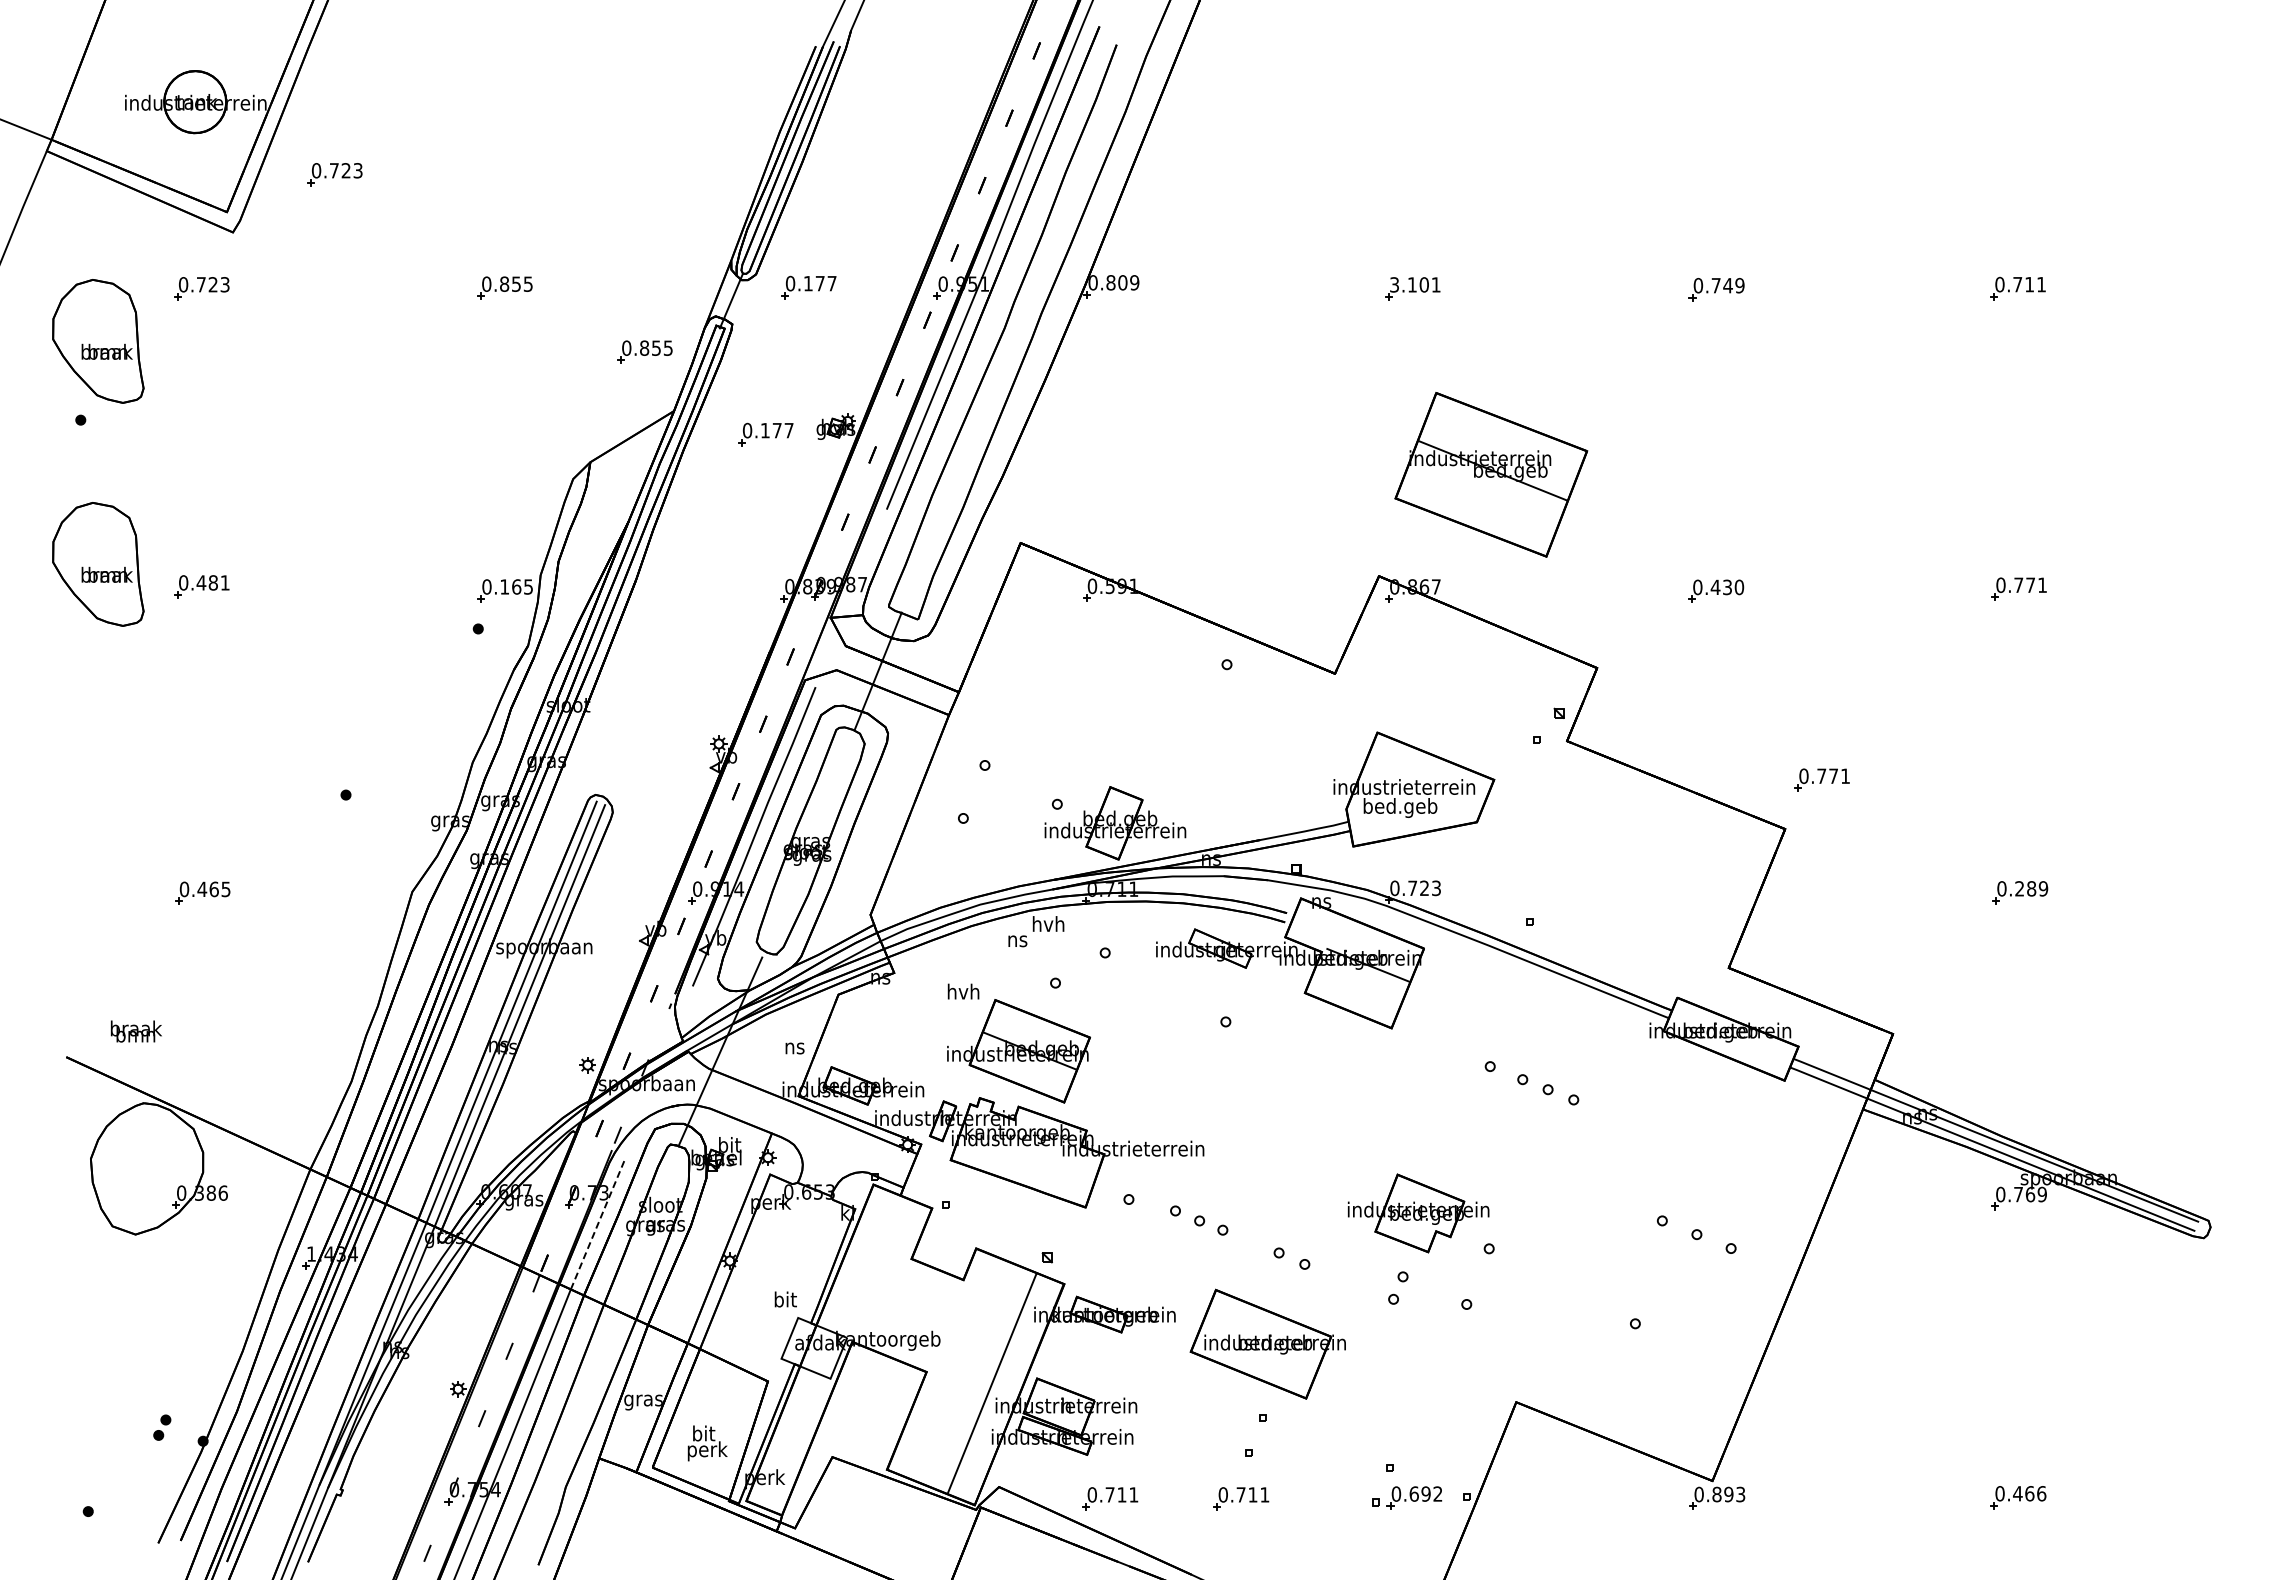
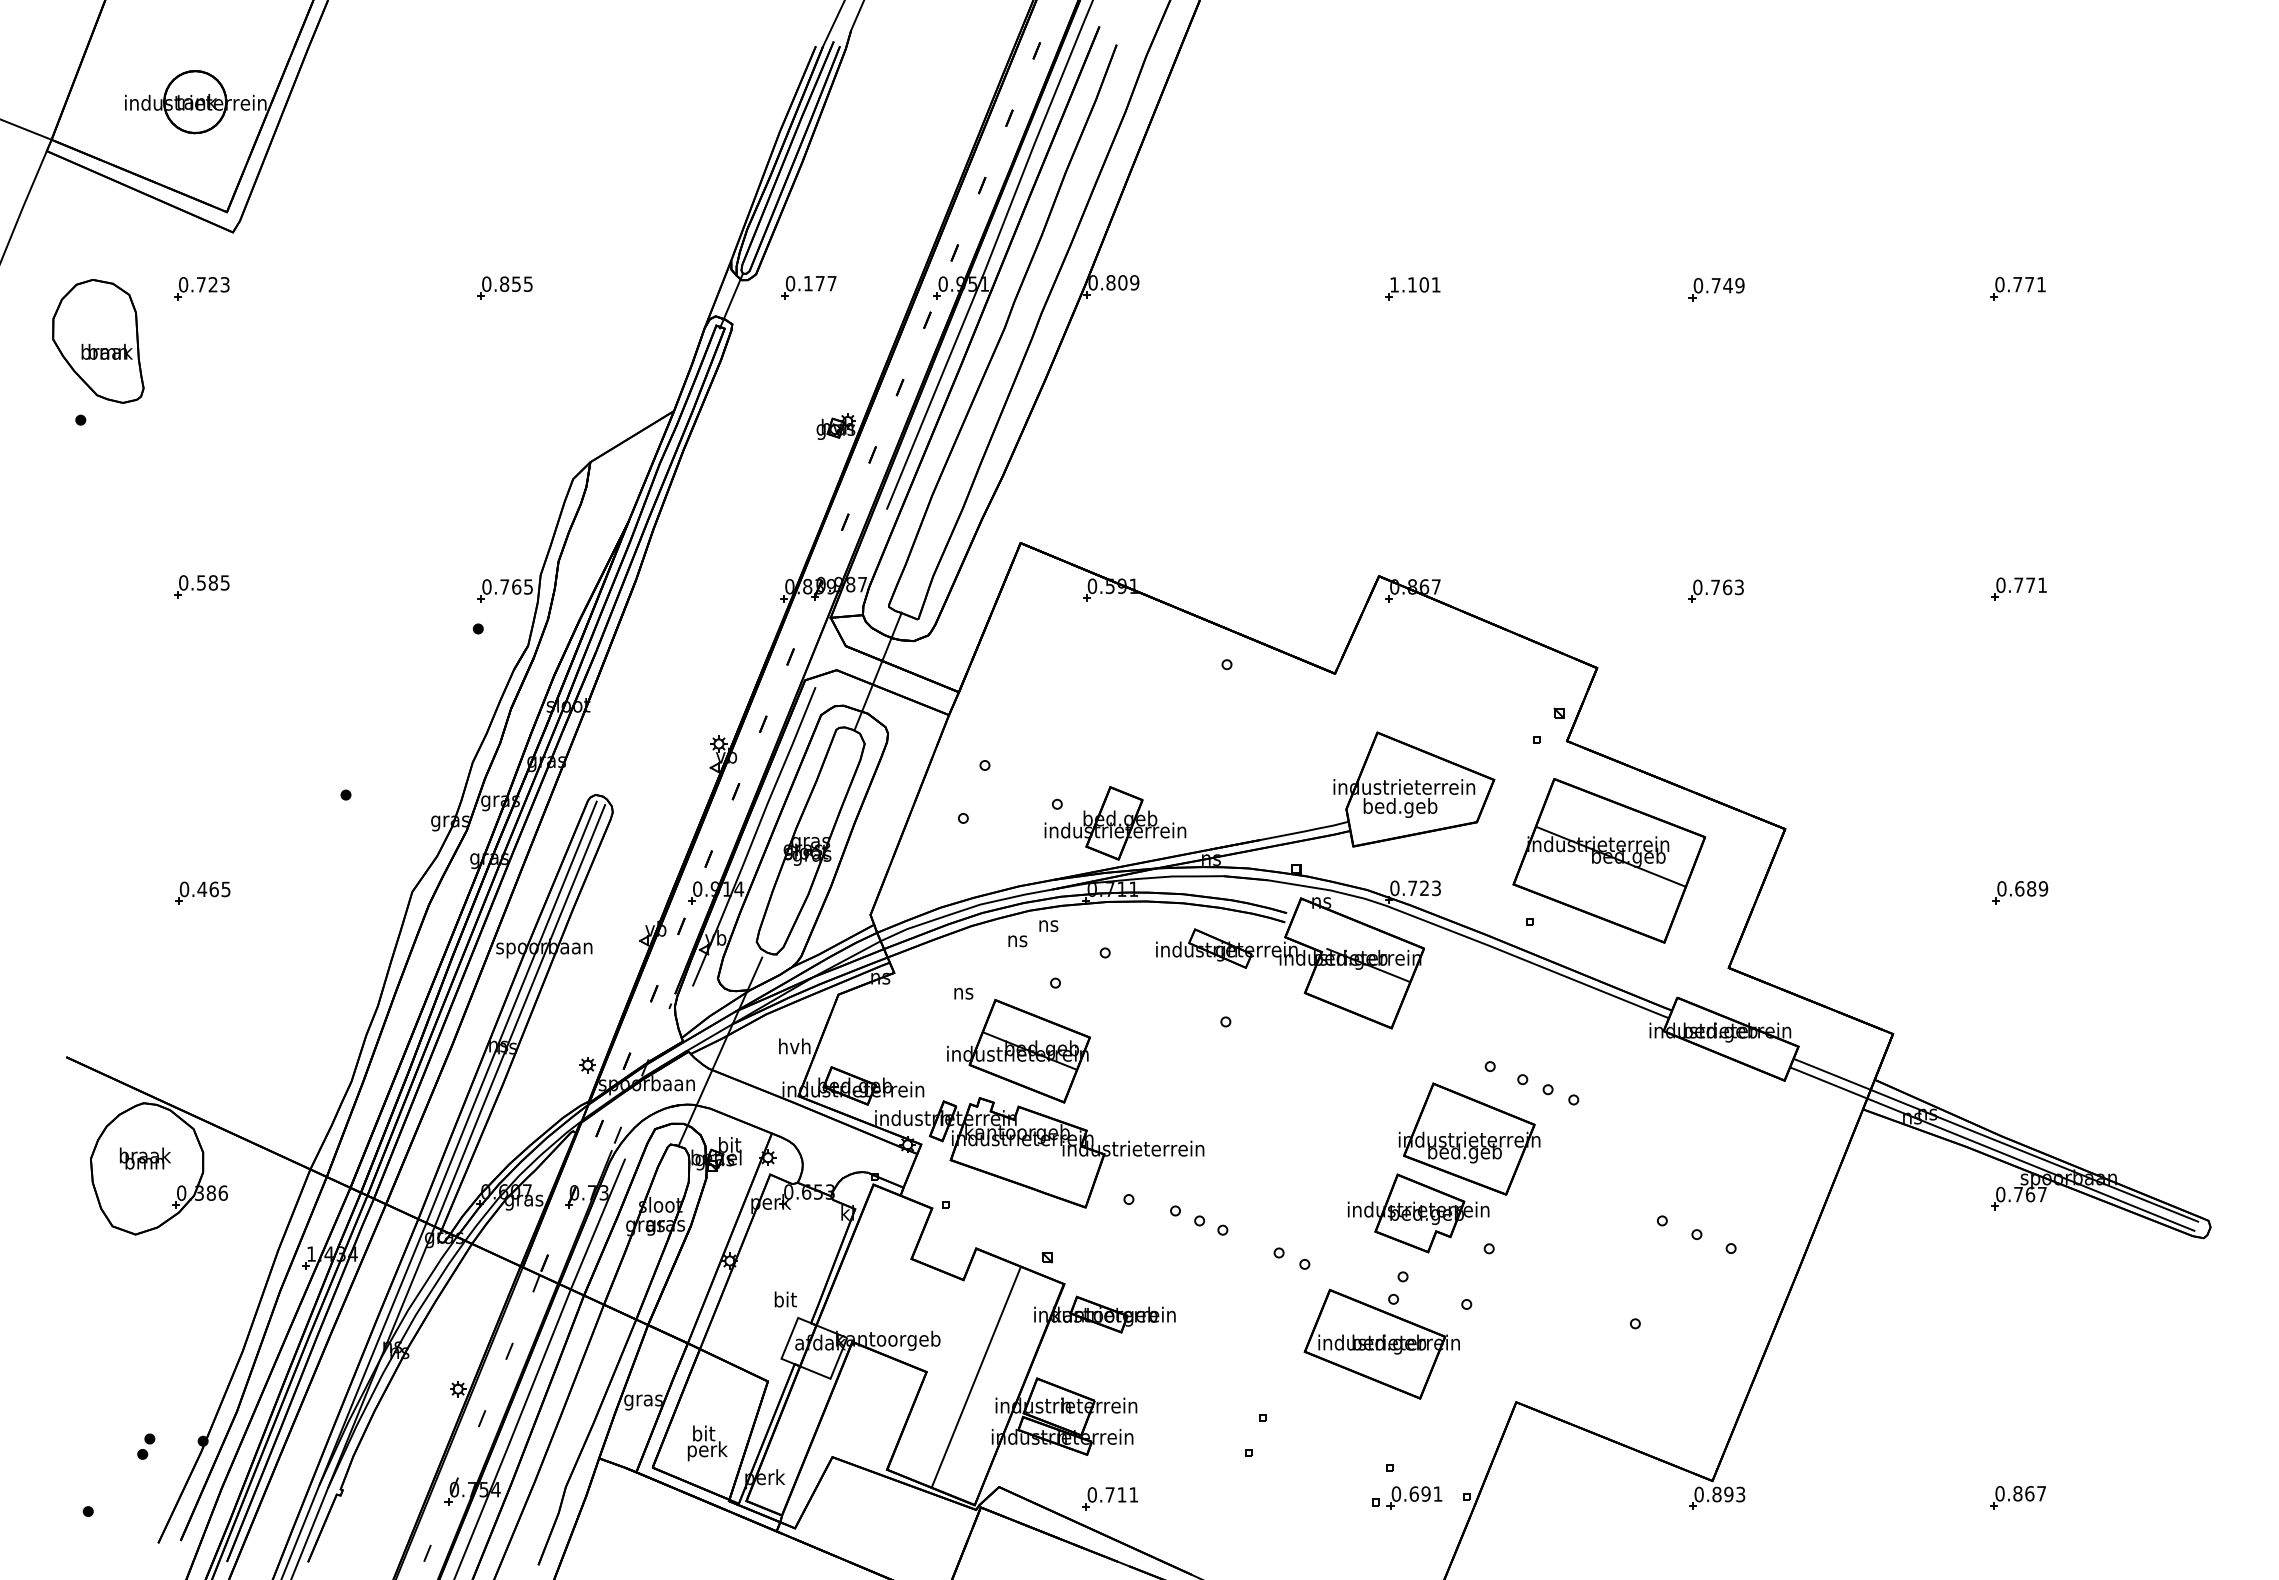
part at (334, 174): present -> none
text at (1394, 284): 3.101 -> 1.101
text at (2029, 284): 0.711 -> 0.771
part at (644, 351): present -> none
part at (765, 434): present -> none
part at (1491, 474) position: (1491, 474) -> (1609, 860)
part at (98, 564): present -> none
text at (212, 582): 0.481 -> 0.585
text at (504, 586): 0.165 -> 0.765
text at (1727, 587): 0.430 -> 0.763
part at (1821, 779): present -> none
text at (2019, 888): 0.289 -> 0.689
text at (1048, 924): hvh -> ns
text at (963, 991): hvh -> ns
text at (135, 1031) position: (135, 1031) -> (144, 1158)
text at (794, 1046): ns -> hvh
part at (1469, 1138): none -> present
text at (2041, 1194): 0.769 -> 0.767
line at (598, 1224): dashed -> solid
part at (1267, 1343) position: (1267, 1343) -> (1381, 1343)
line at (992, 1382) position: (992, 1382) -> (976, 1376)
part at (162, 1427) position: (162, 1427) -> (146, 1446)
text at (1437, 1493): 0.692 -> 0.691
text at (2029, 1493): 0.466 -> 0.867
part at (1241, 1498): present -> none
